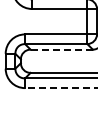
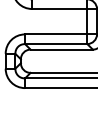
line at (61, 49): dashed -> solid
line at (60, 88): dashed -> solid
